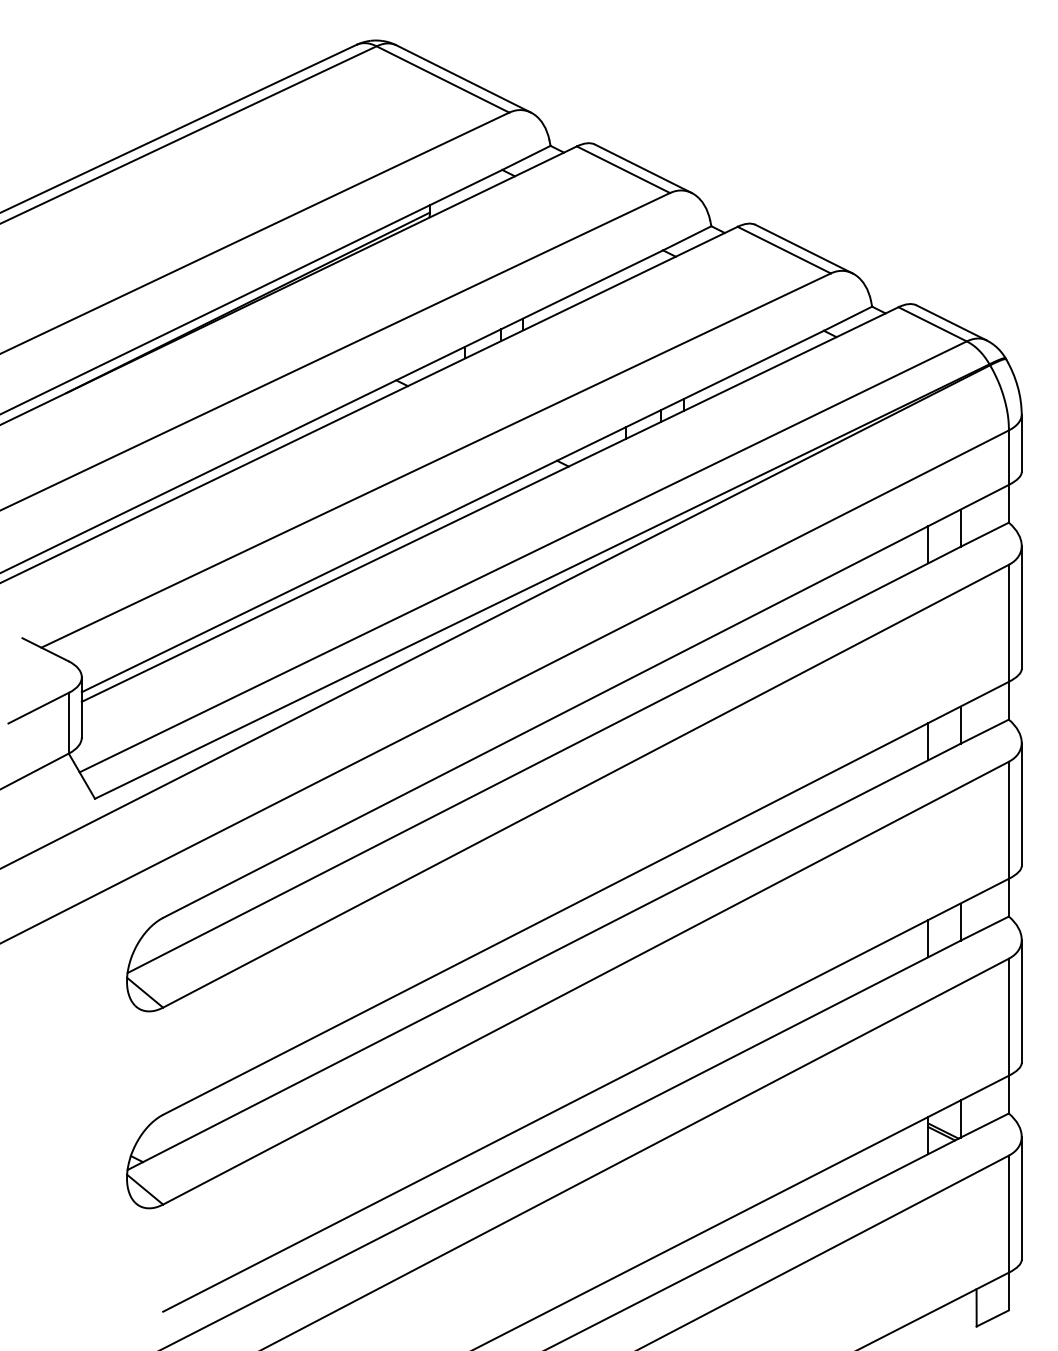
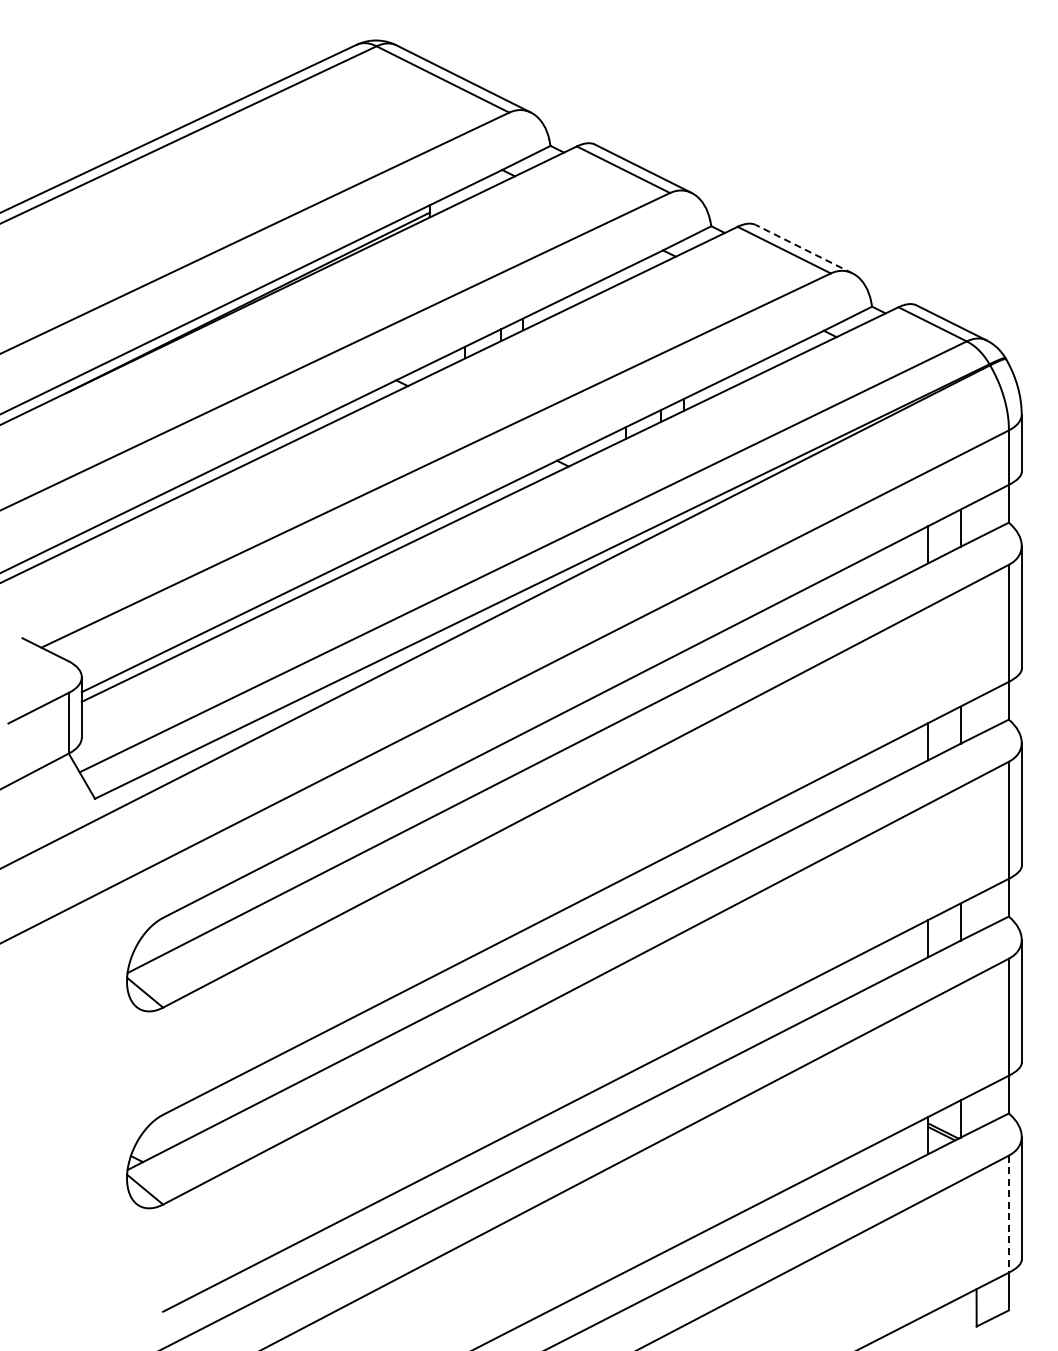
line at (803, 248): solid -> dashed
line at (1008, 1214): solid -> dashed
